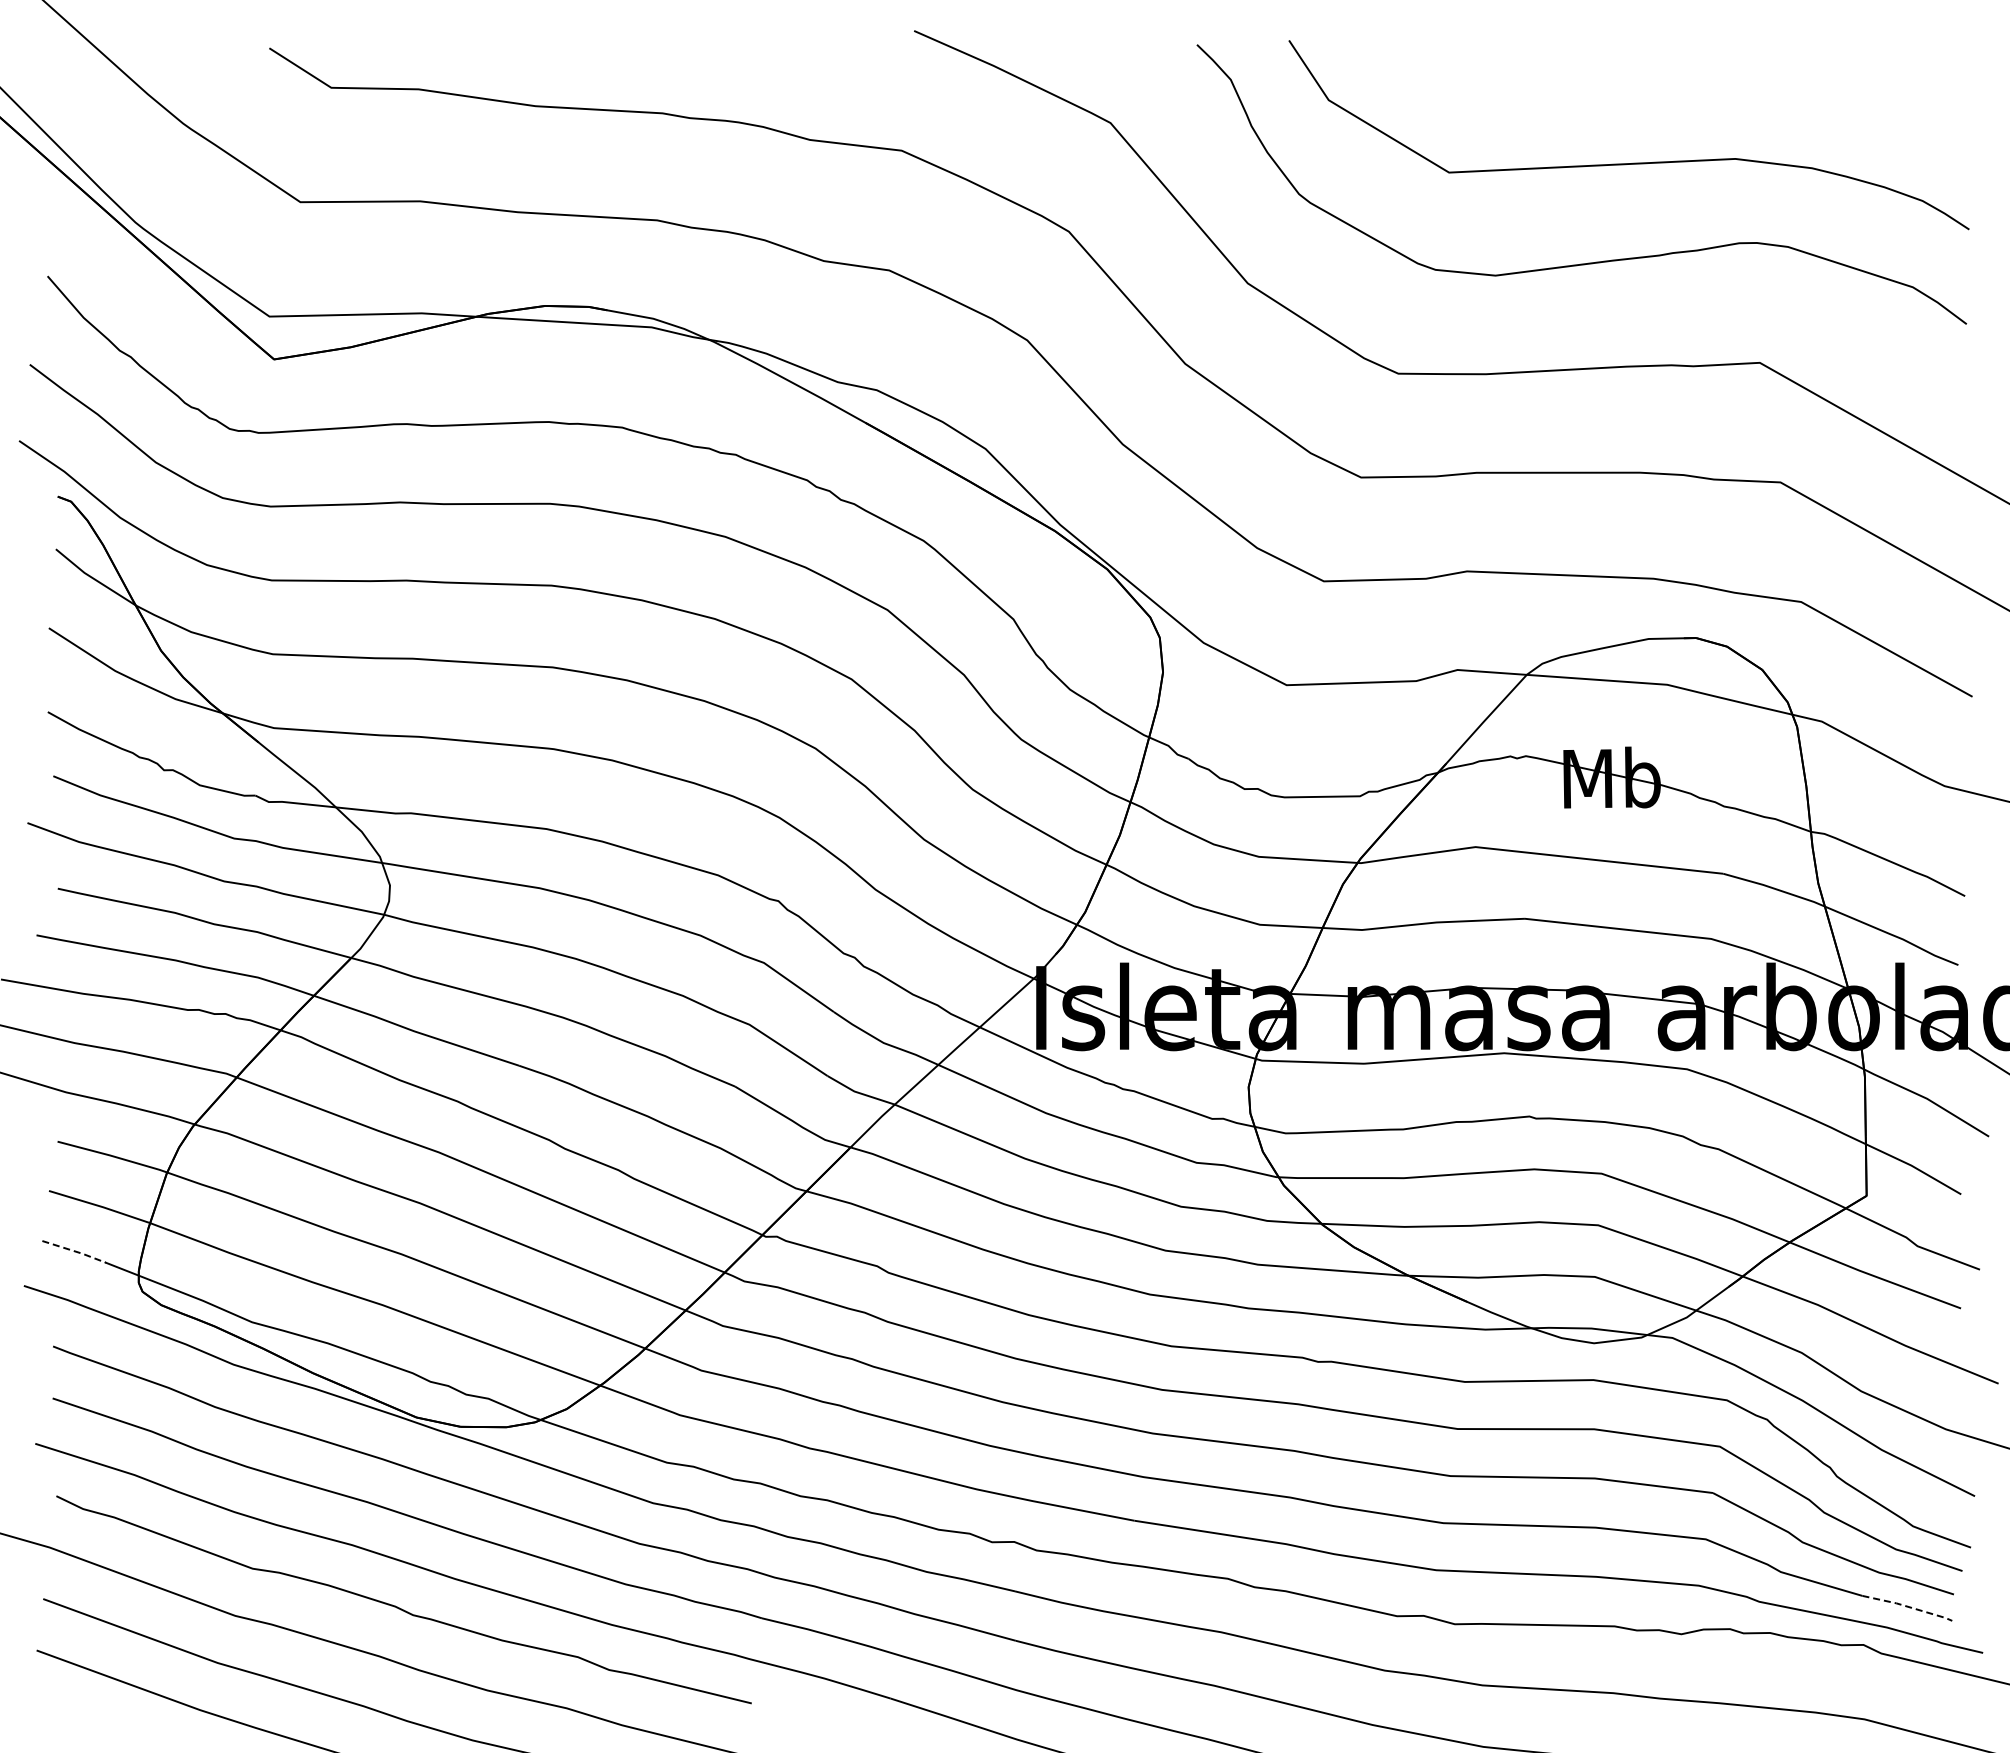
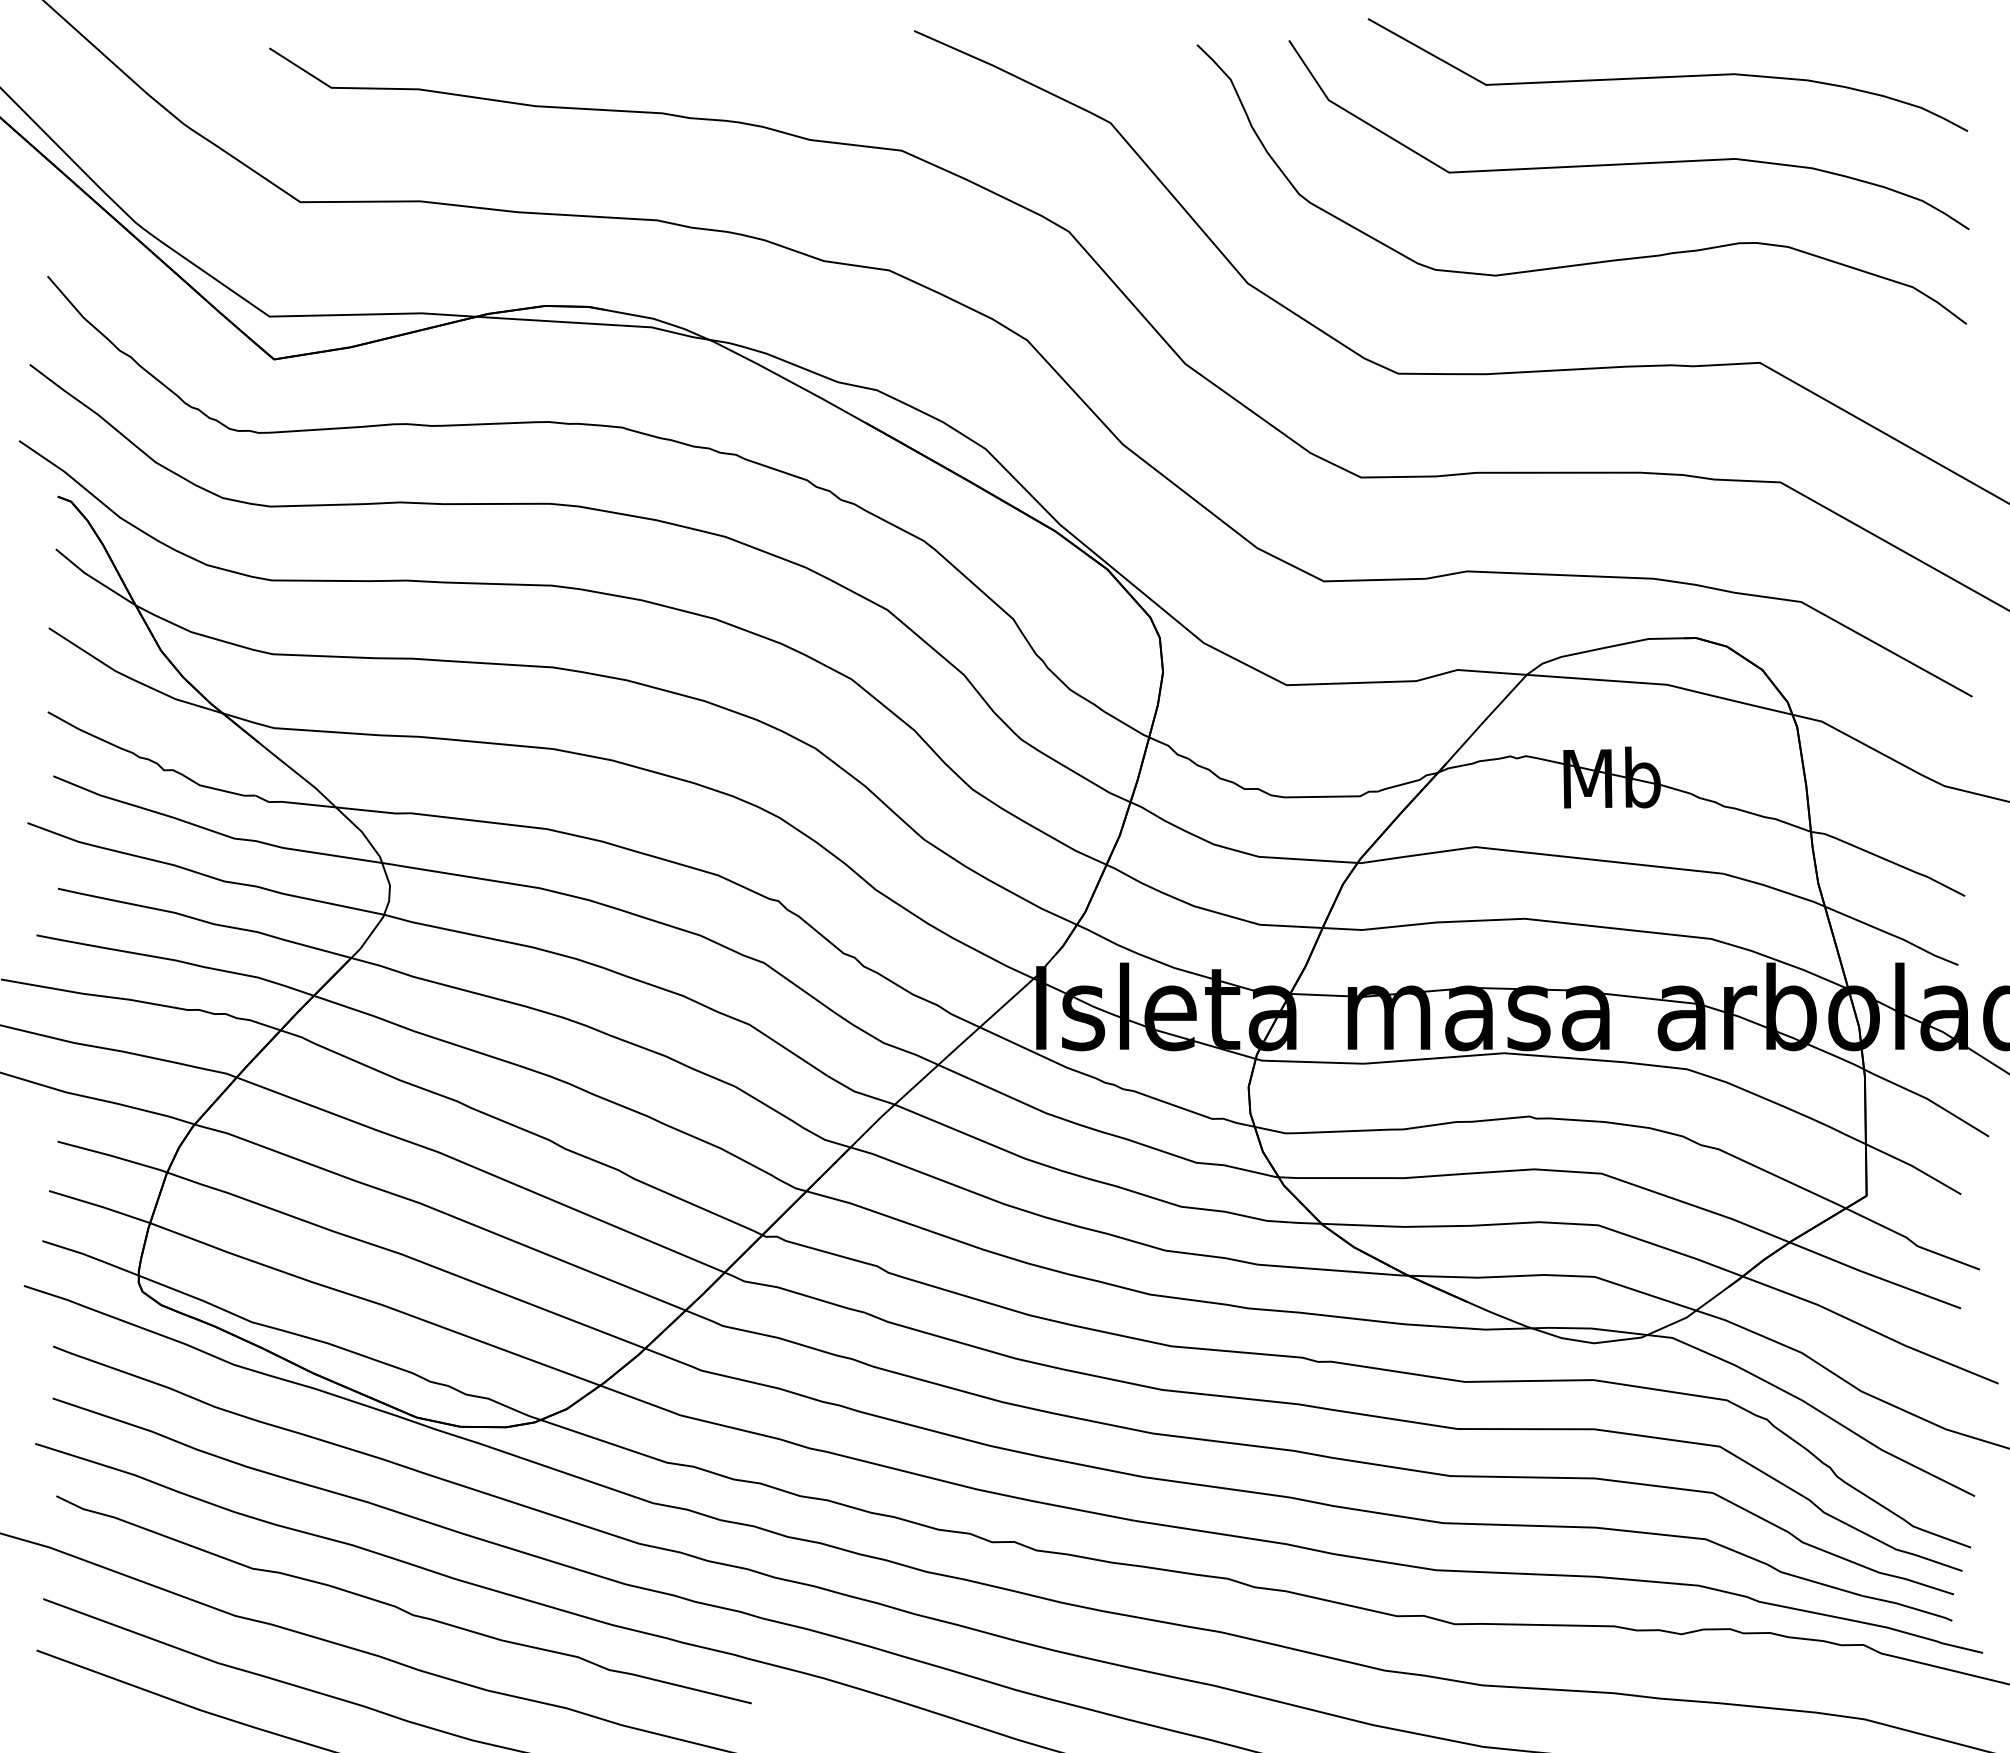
curve at (1667, 76): none -> present
line at (74, 1251): dashed -> solid
line at (1908, 1606): dashed -> solid
